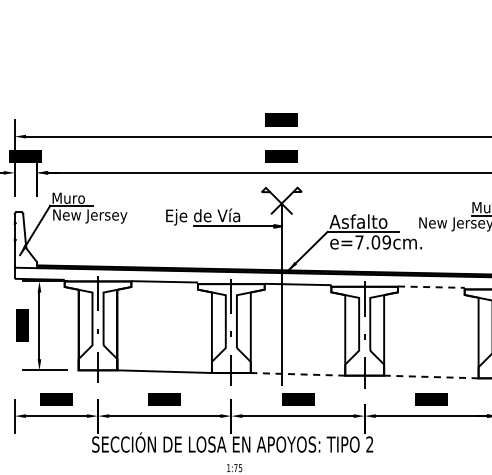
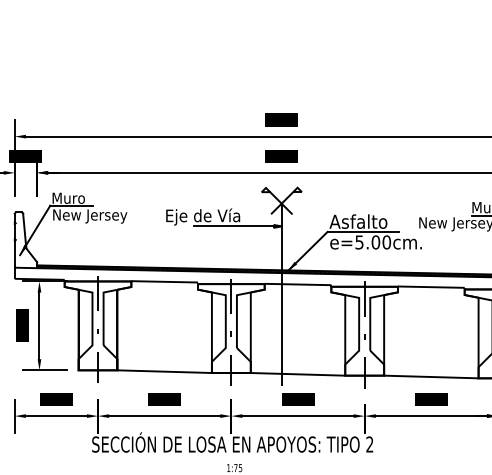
text at (372, 242): e=7.09cm. -> e=5.00cm.
line at (431, 287): dashed -> solid
line at (297, 374): dashed -> solid
line at (430, 376): dashed -> solid
